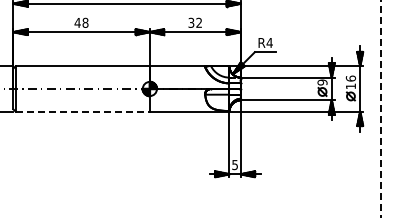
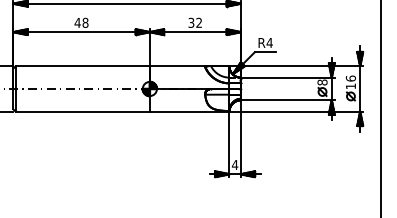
text at (322, 82): 9 -> 8
line at (381, 108): dashed -> solid
line at (83, 111): dashed -> solid
text at (234, 165): 5 -> 4
